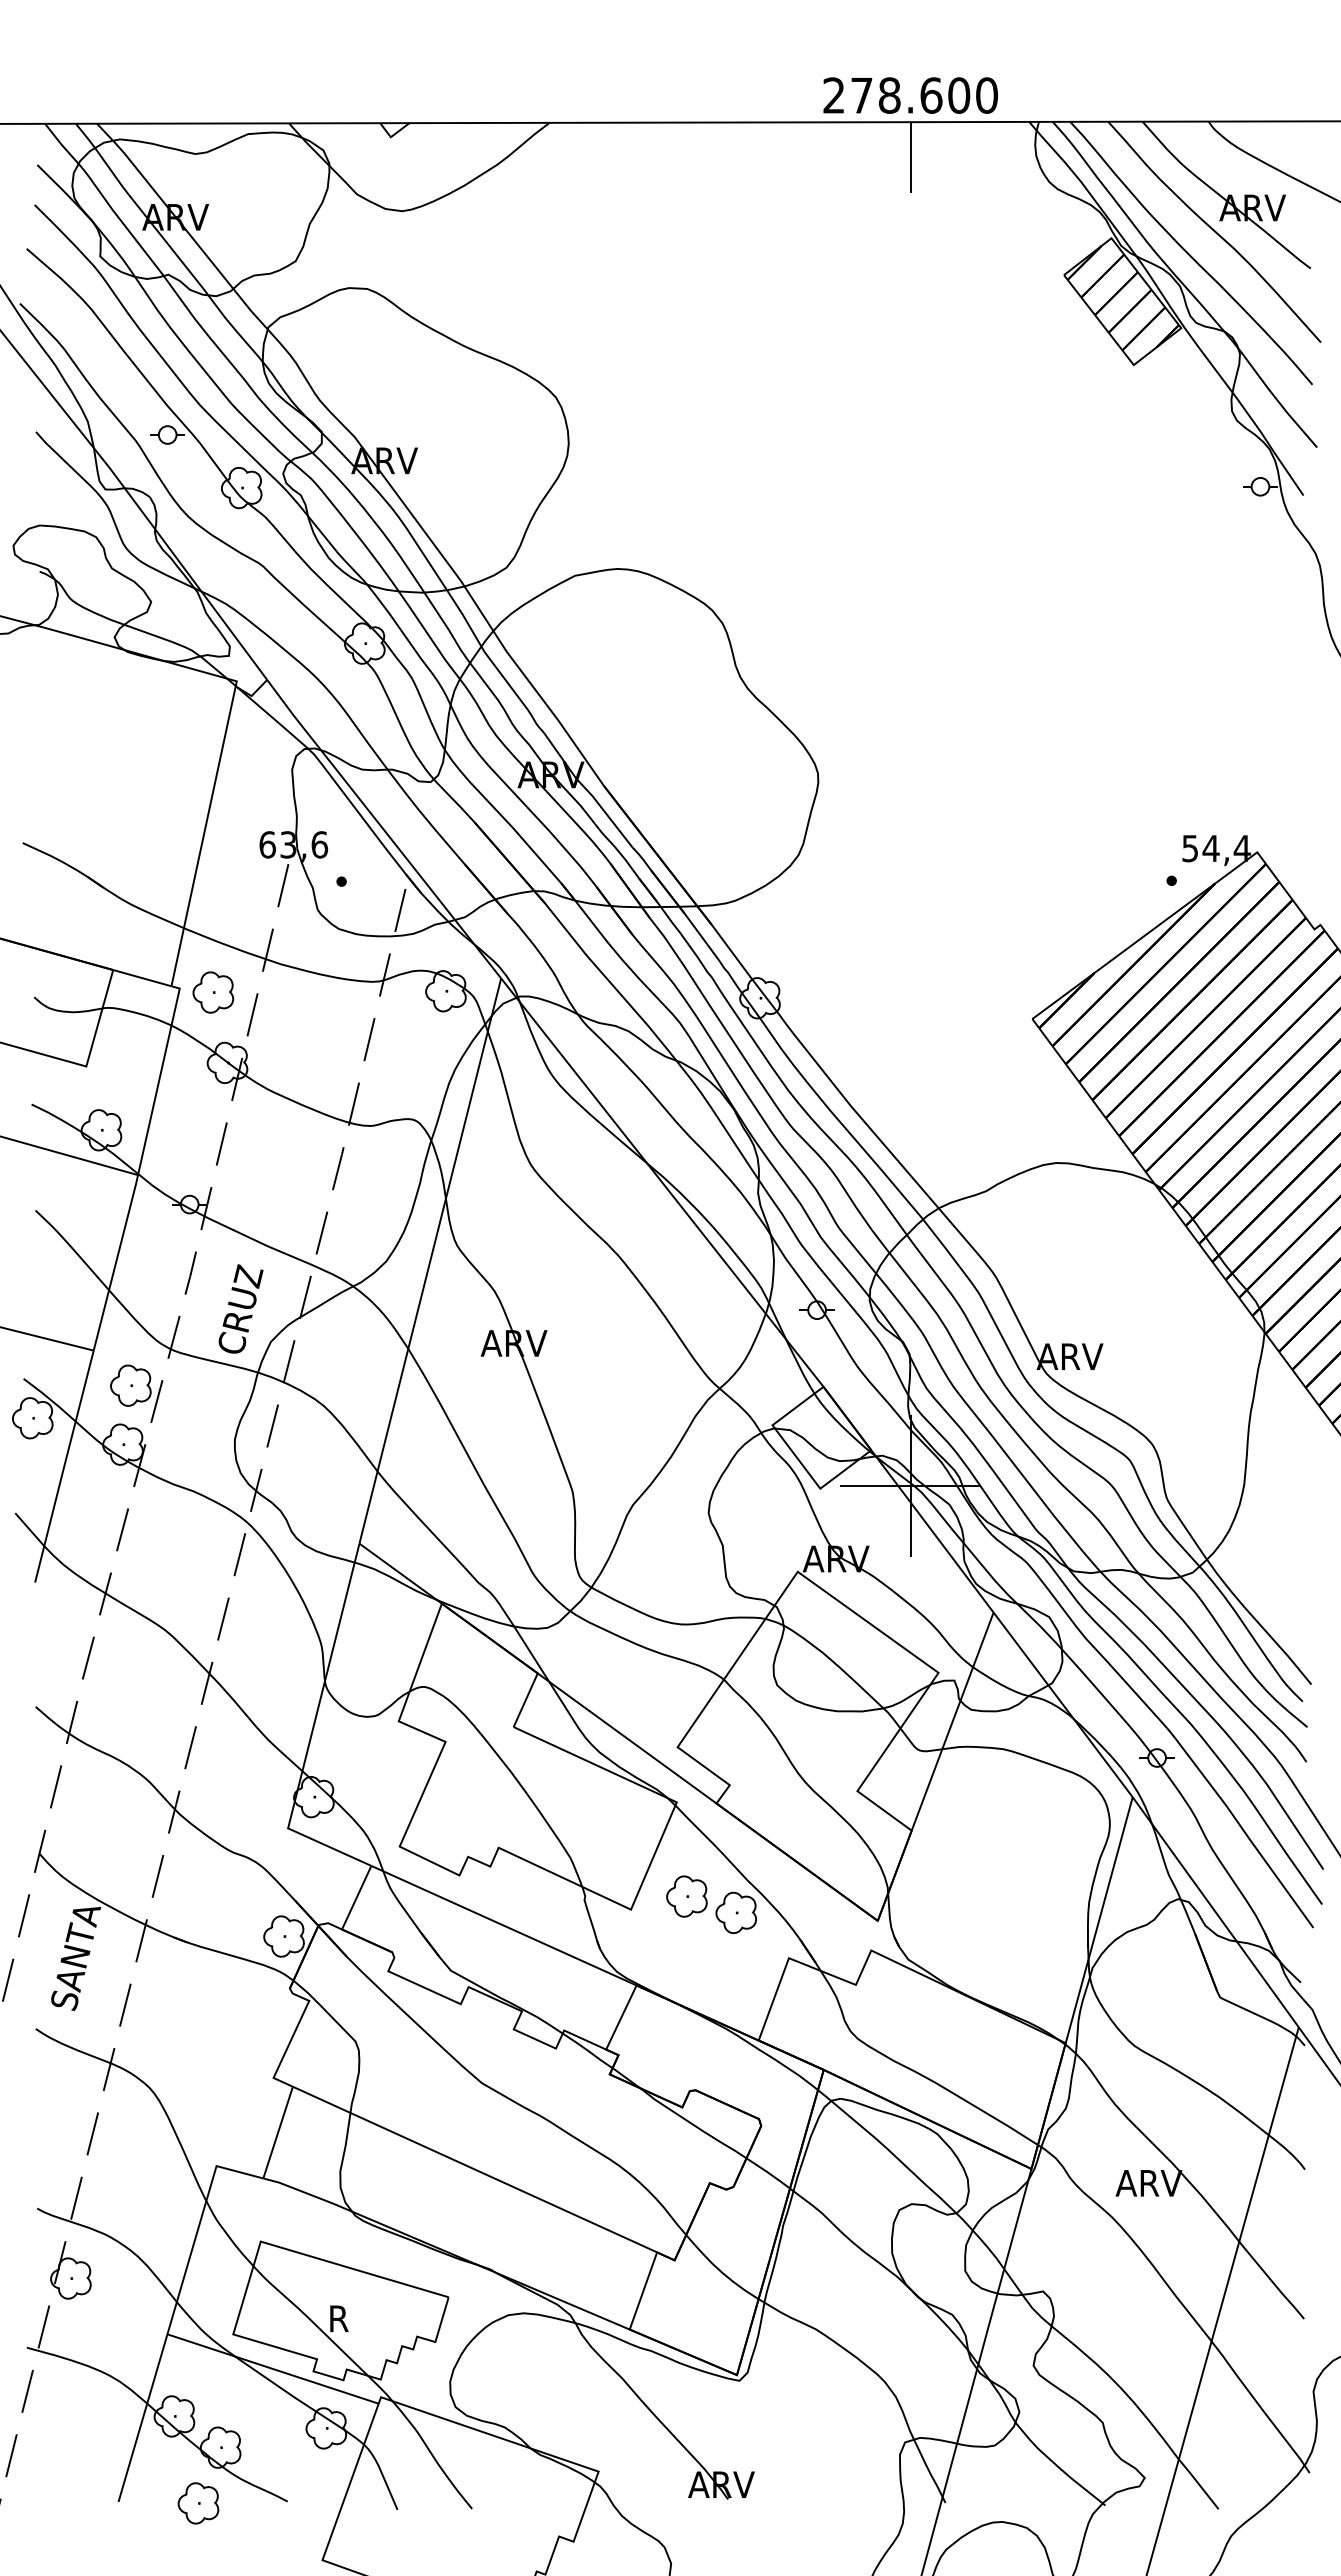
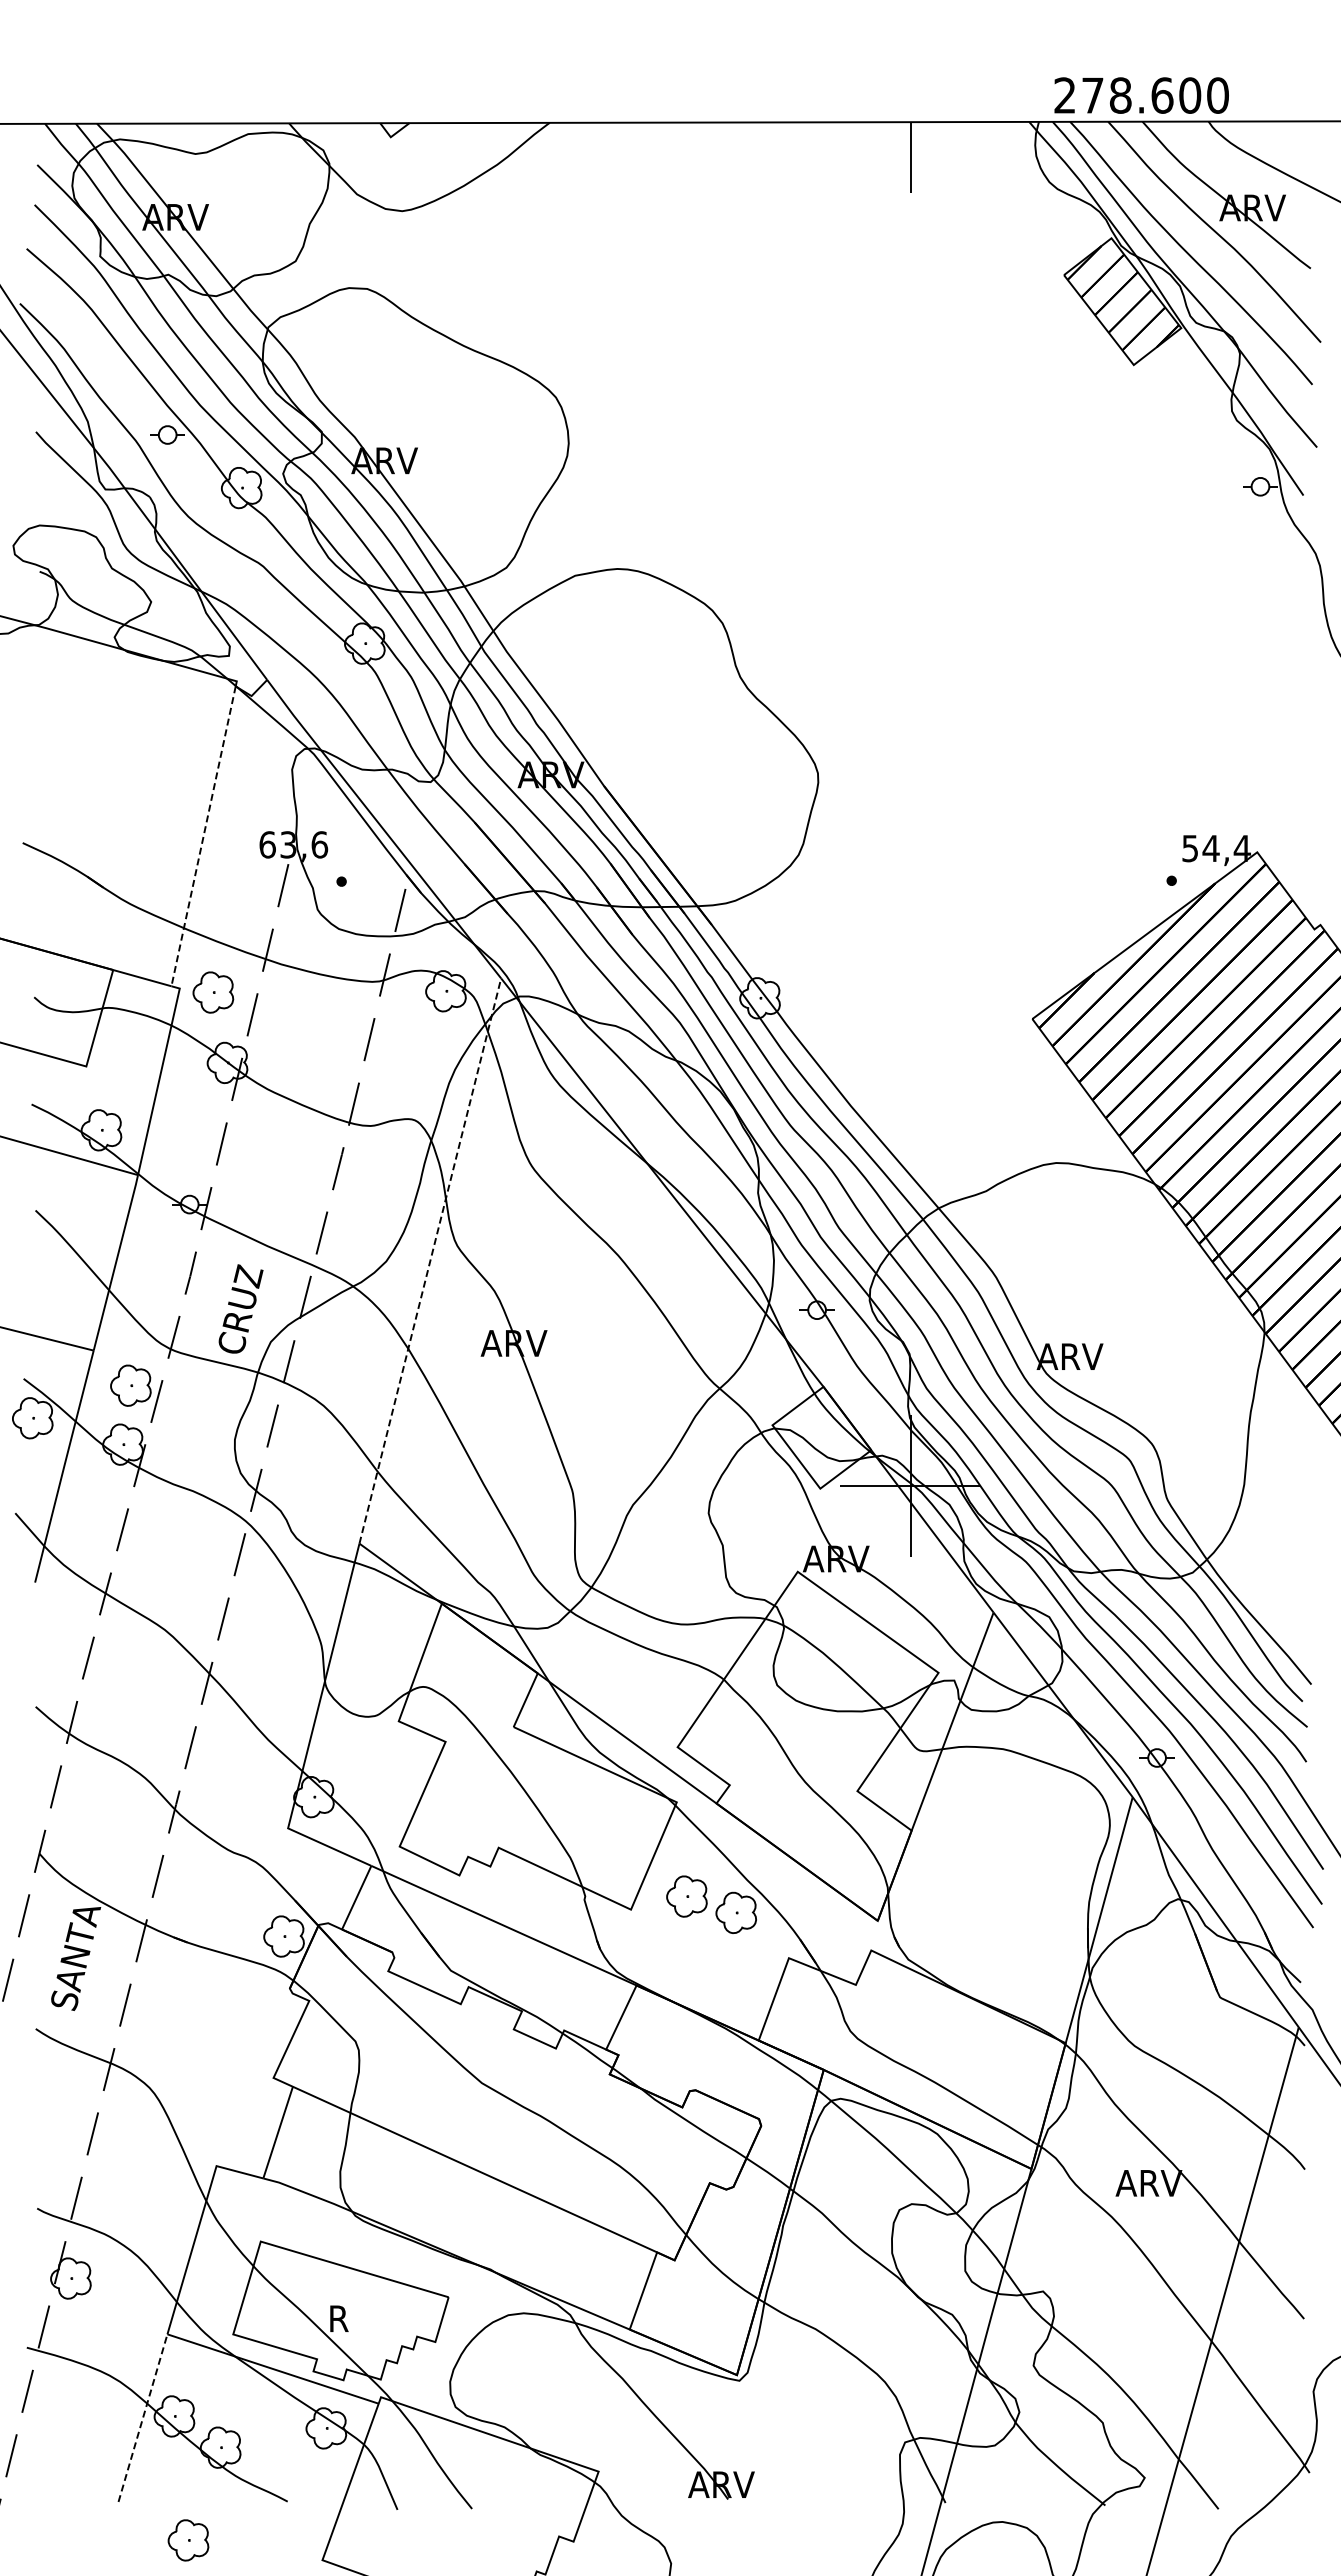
text at (910, 95) position: (910, 95) -> (1141, 95)
line at (203, 836): solid -> dashed
line at (430, 1260): solid -> dashed
line at (143, 2417): solid -> dashed
part at (198, 2503) position: (198, 2503) -> (188, 2540)
